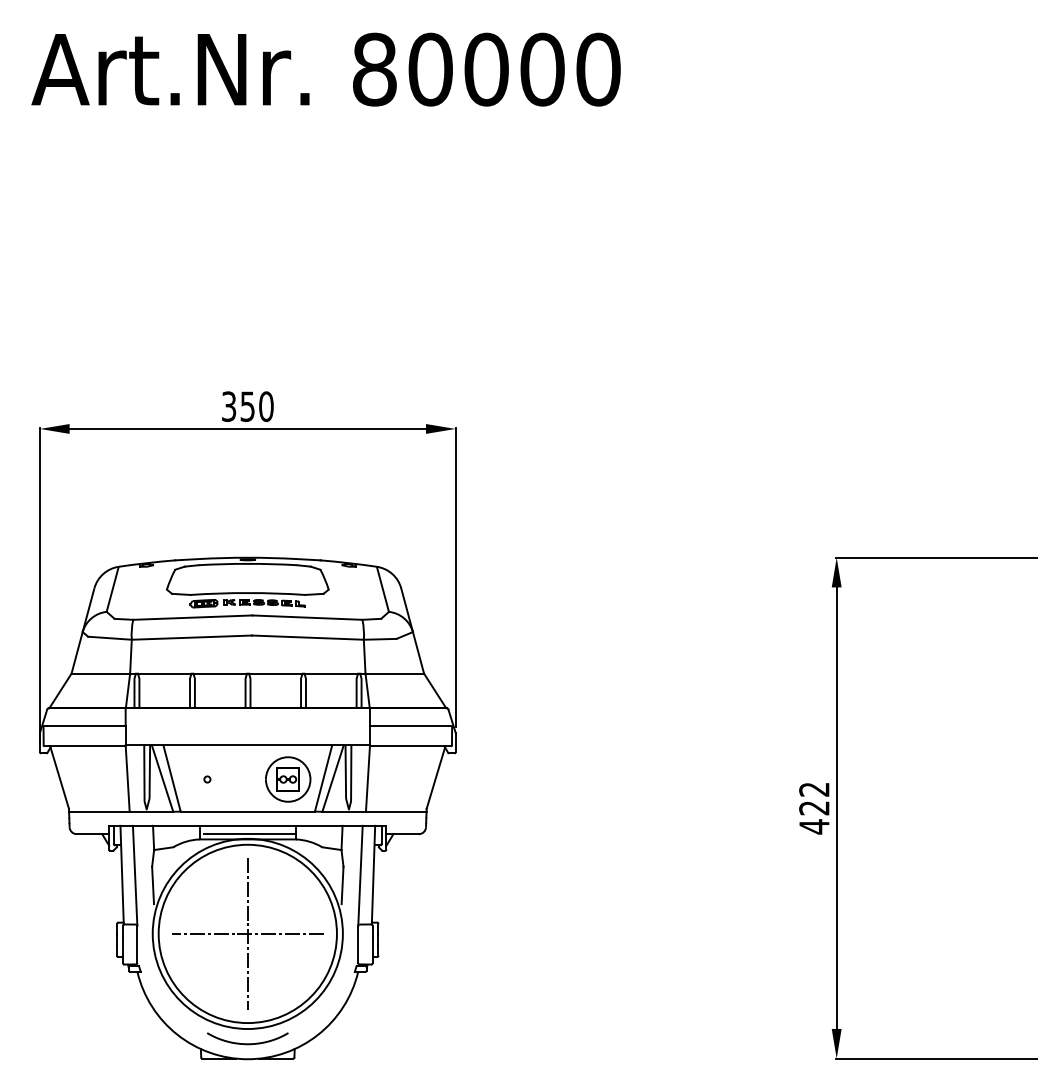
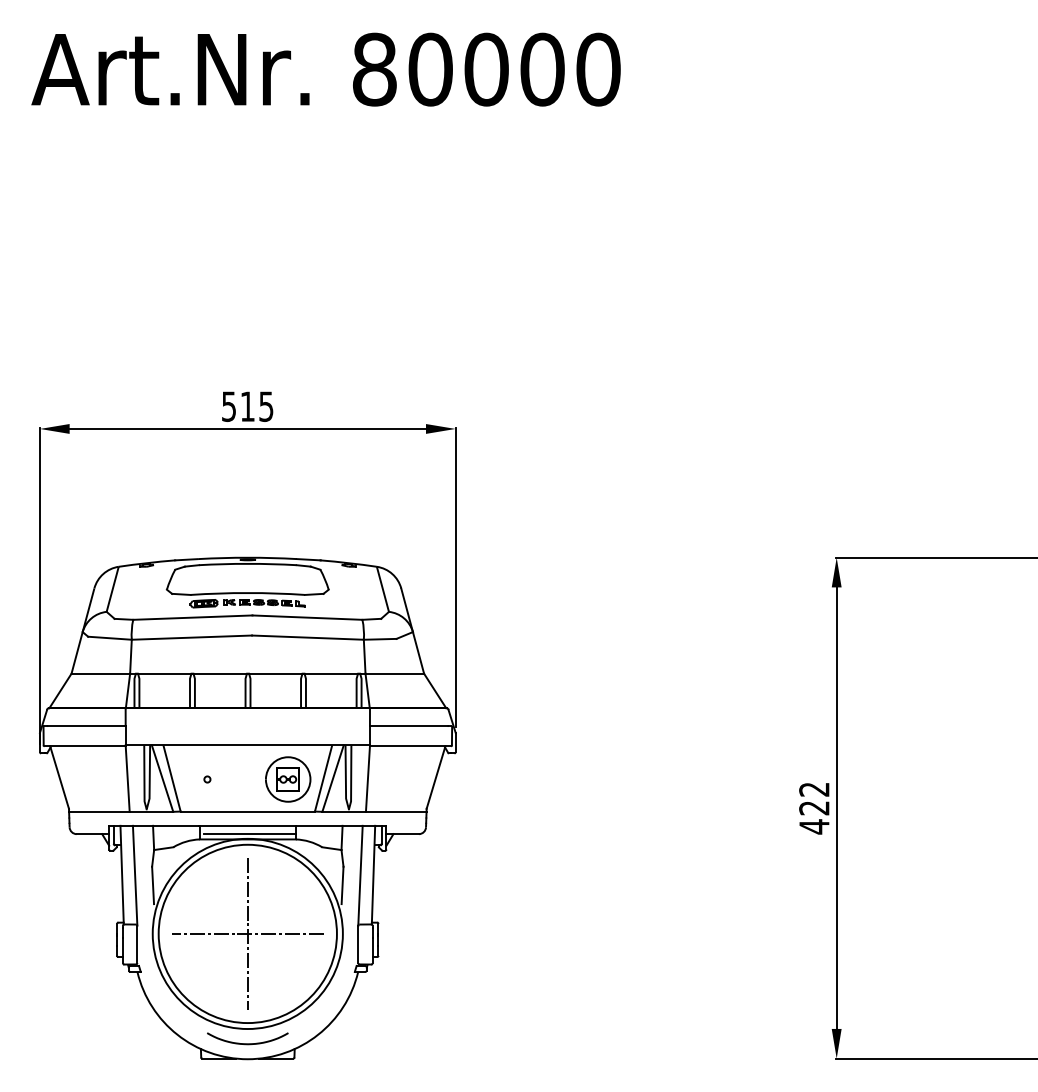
text at (247, 406): 350 -> 515
